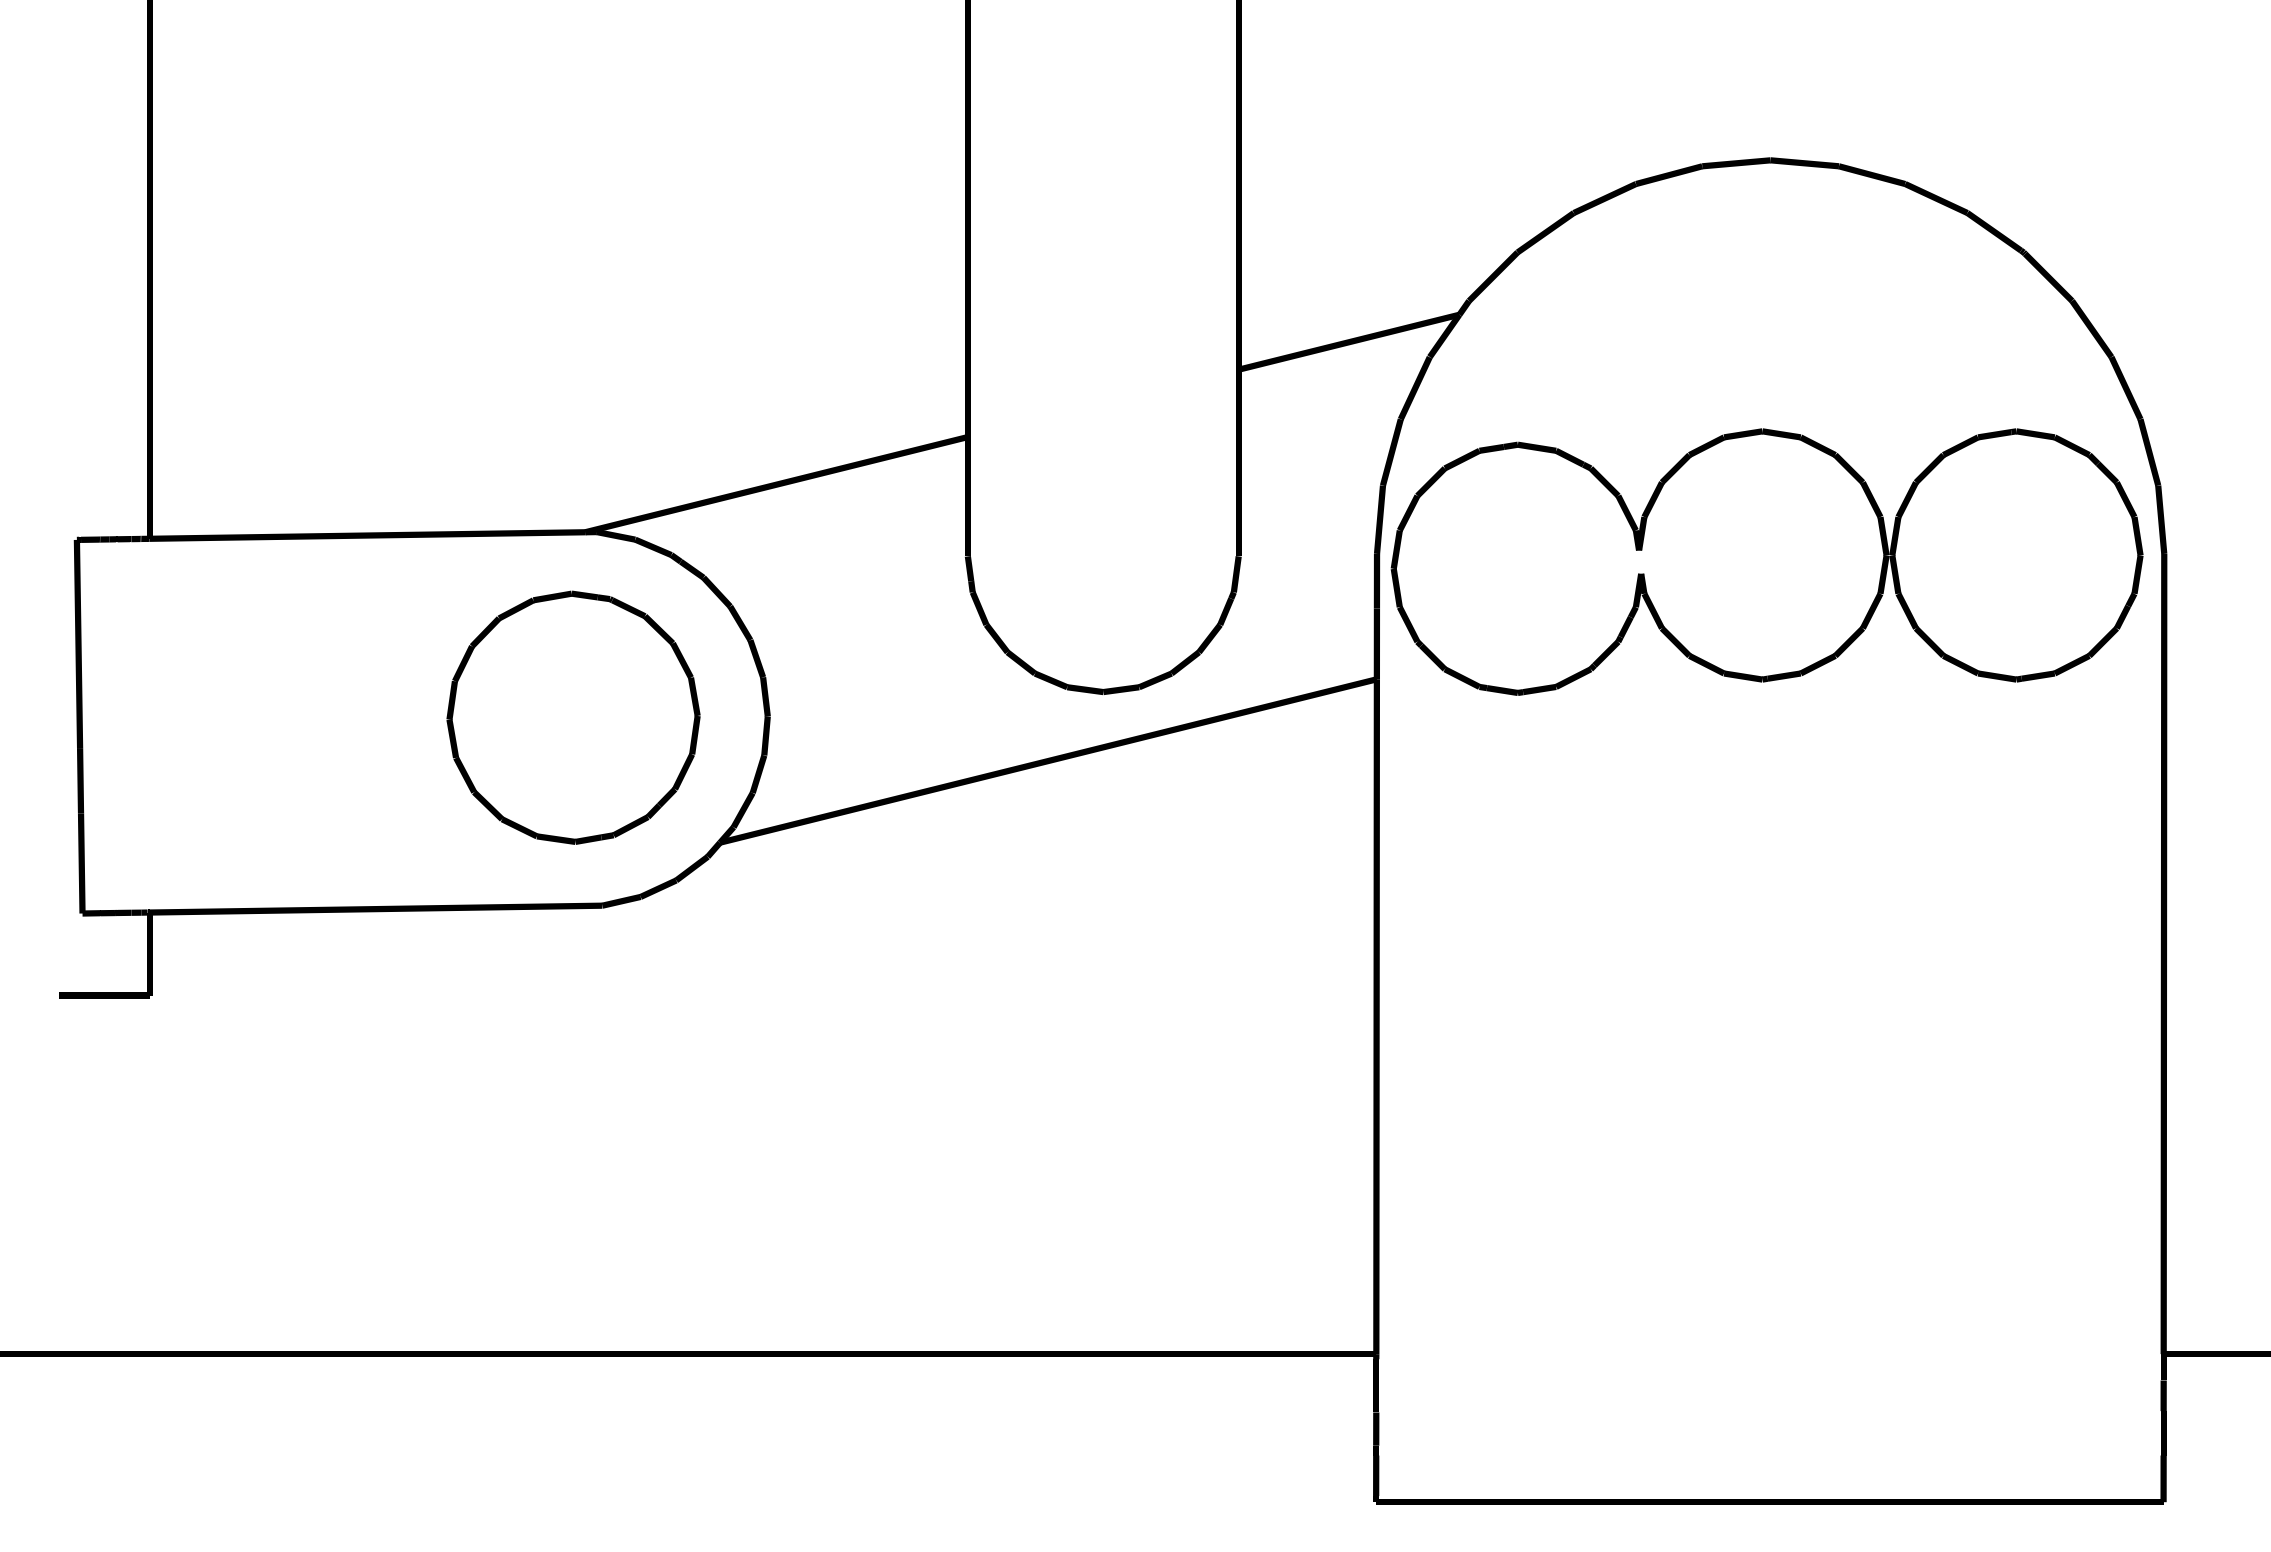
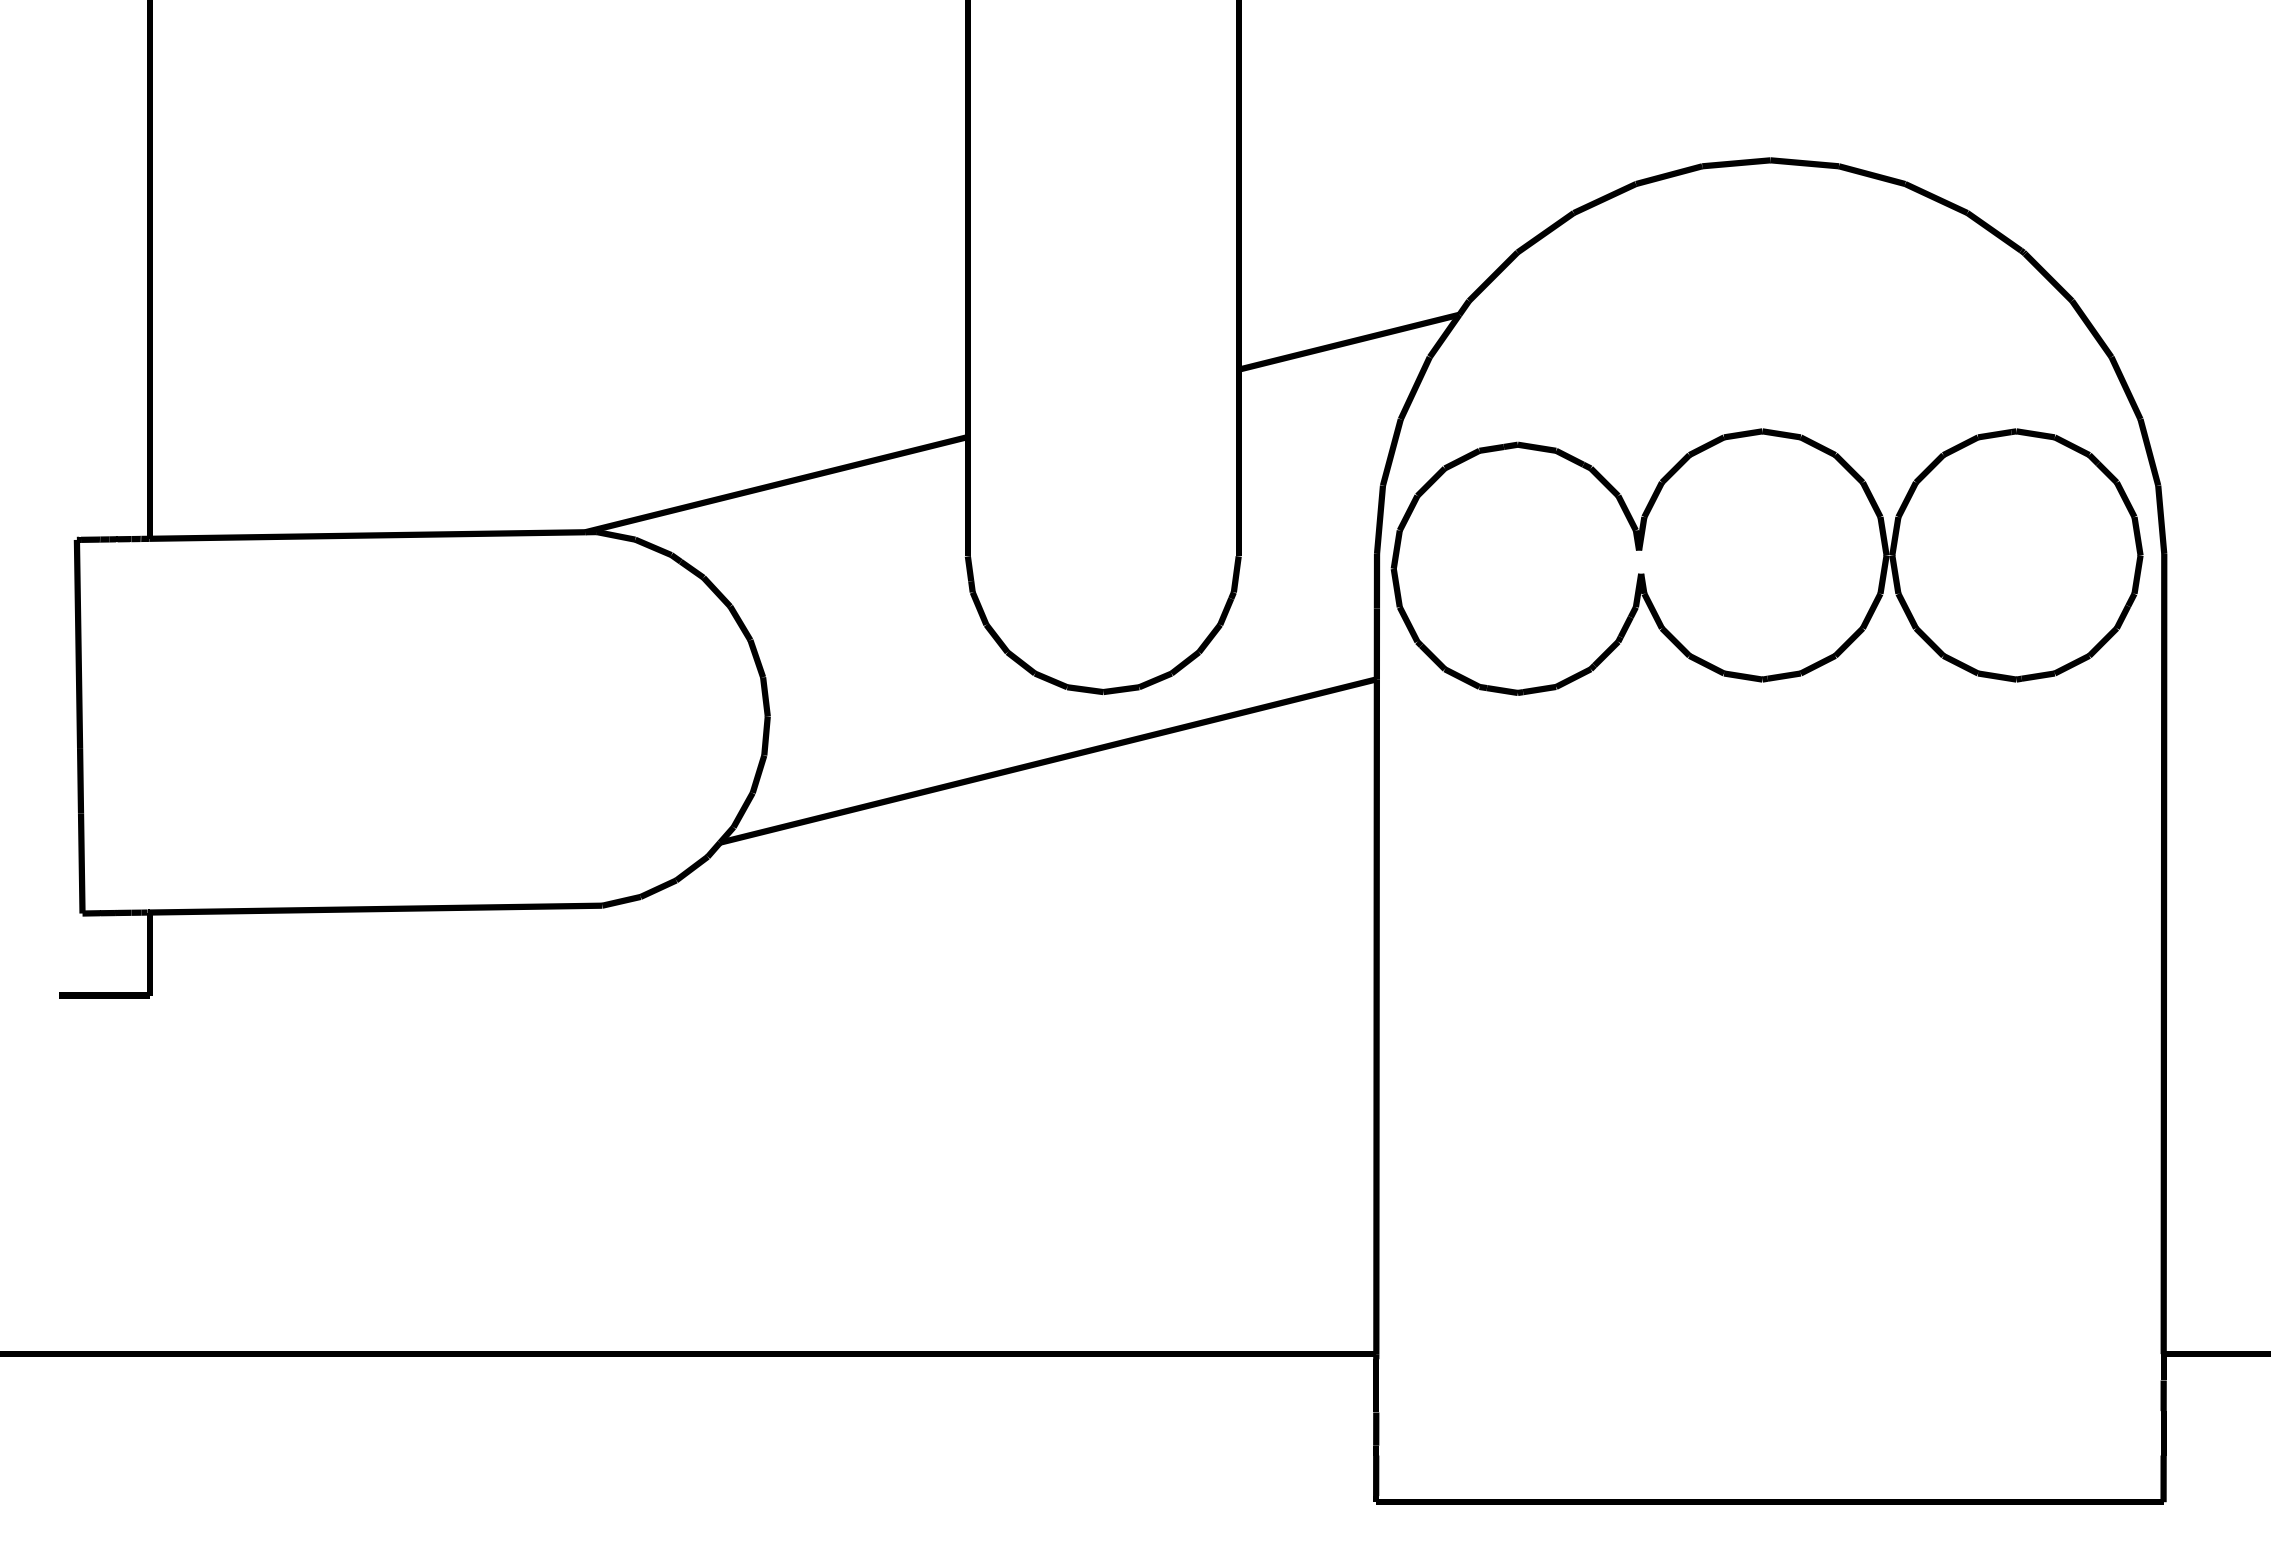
part at (573, 717): present -> none
